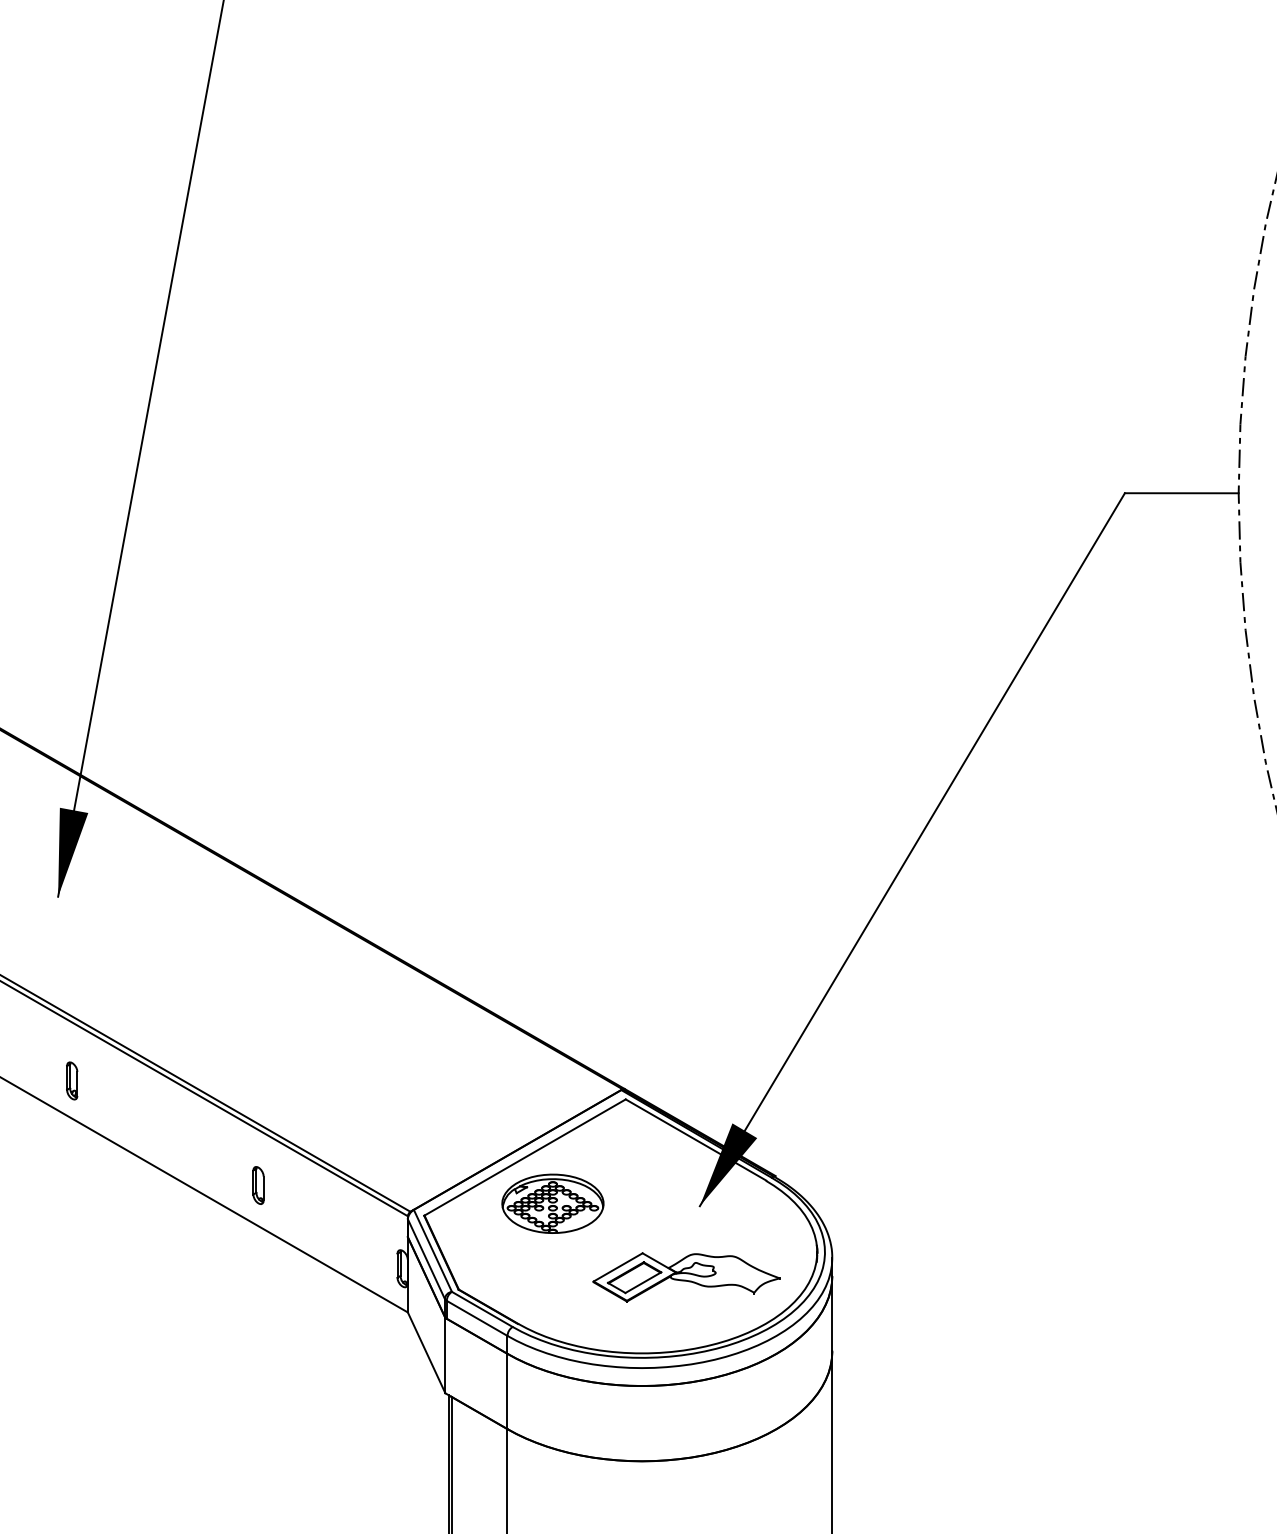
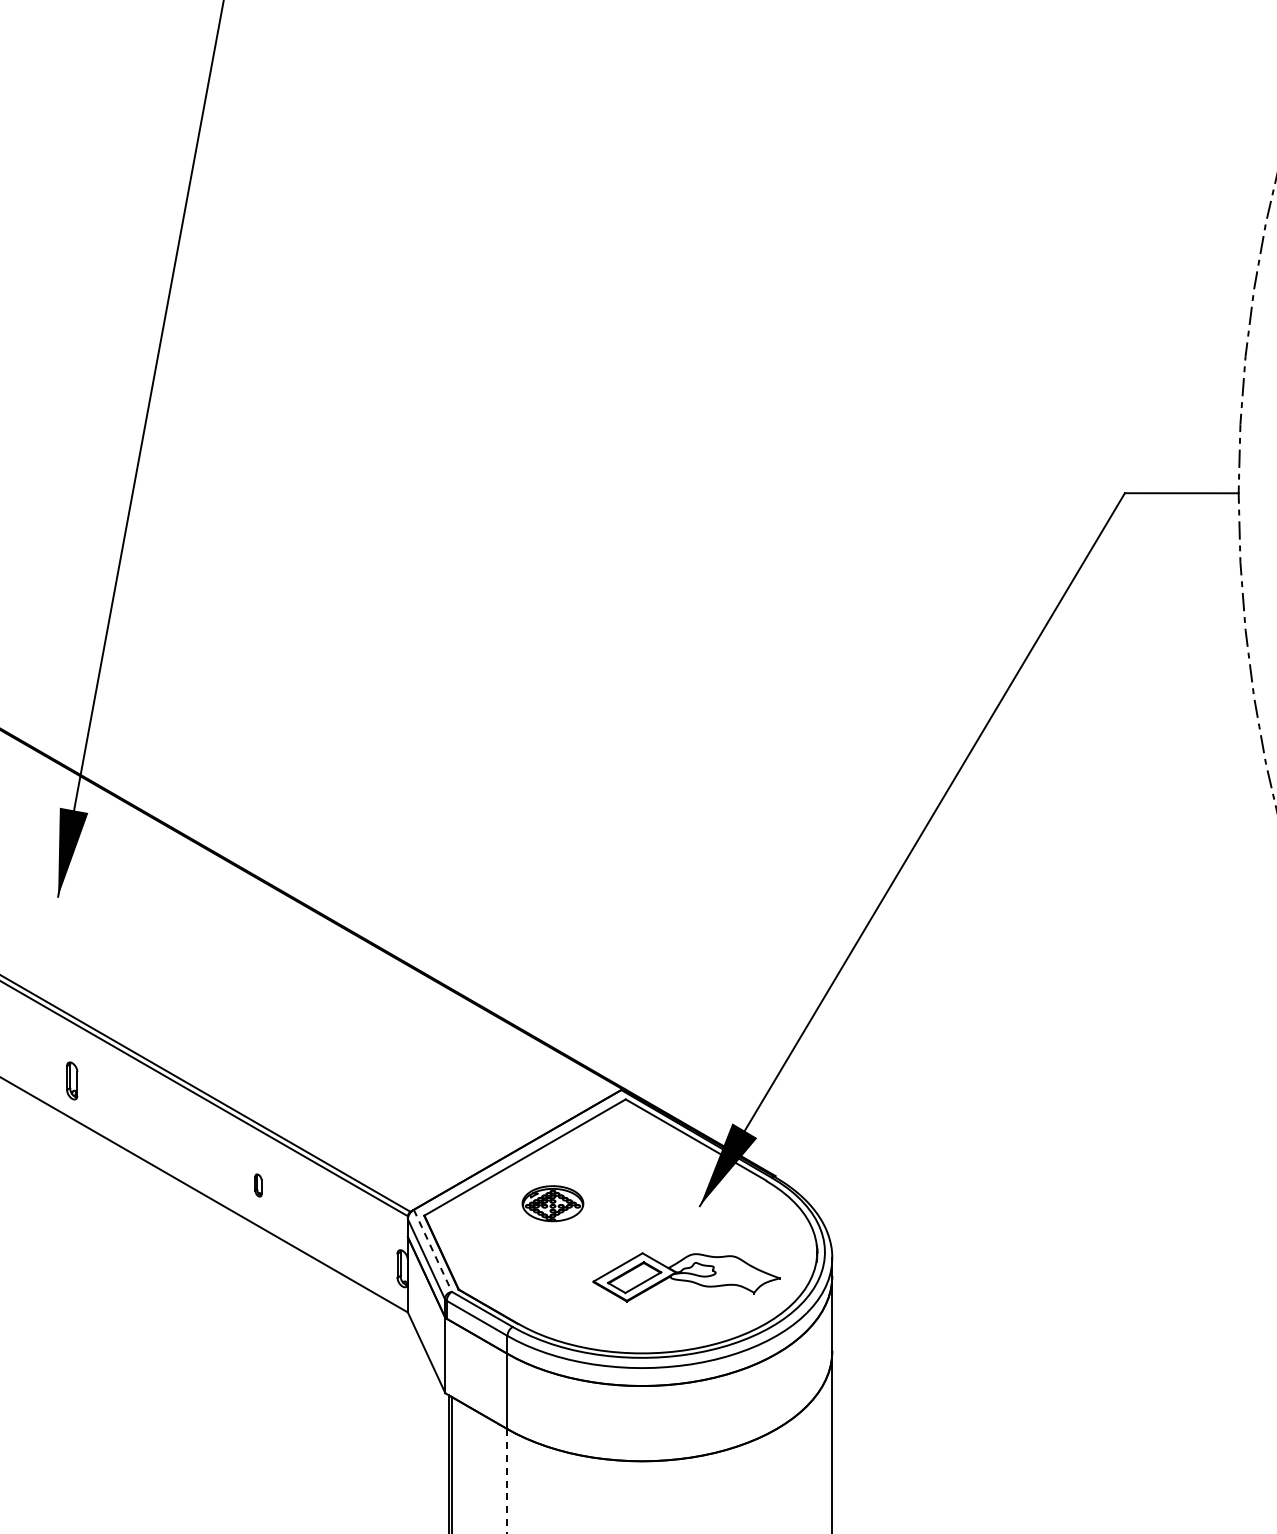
part at (258, 1185) size: 13x39 px -> 9x25 px
part at (552, 1203) size: 104x61 px -> 64x38 px
line at (433, 1251): solid -> dashed
line at (507, 1481): solid -> dashed
